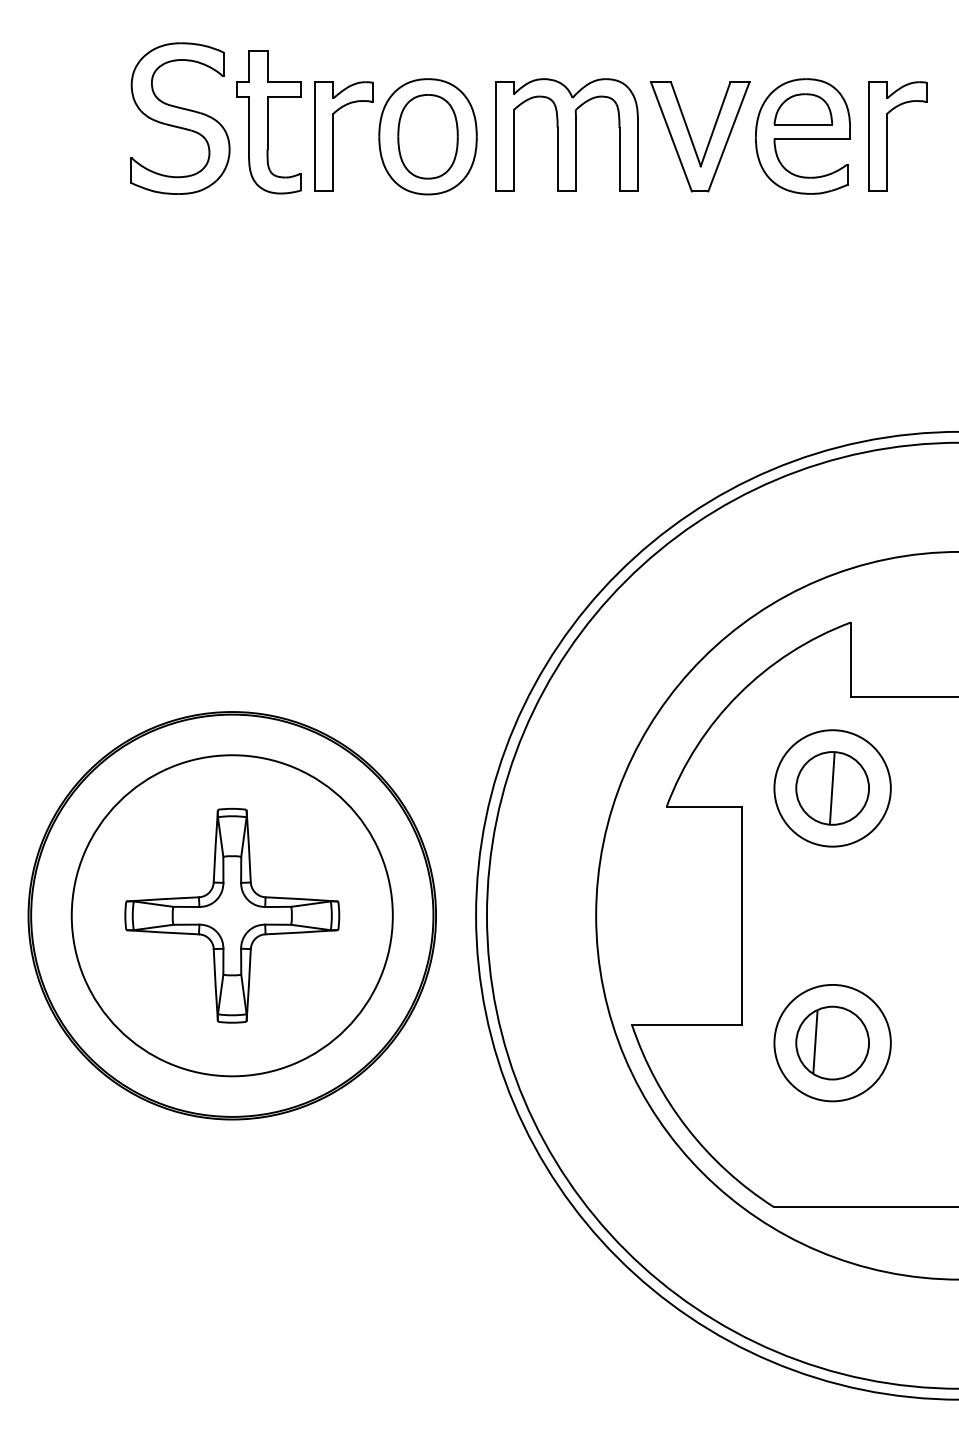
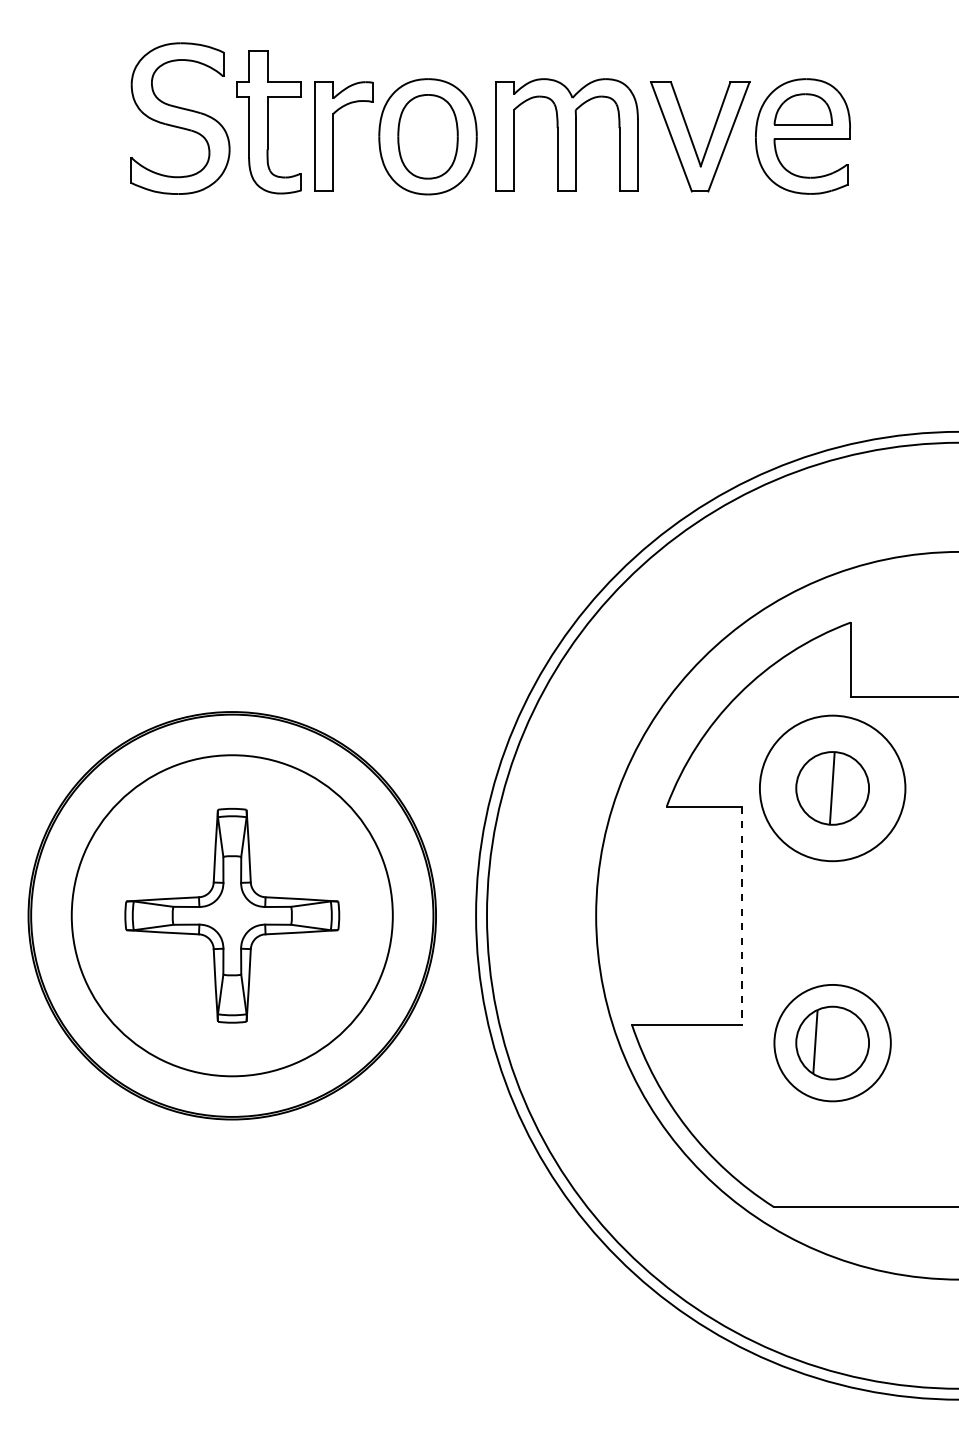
part at (887, 136): present -> none
circle at (832, 788) diameter: 116 px -> 146 px
line at (741, 916): solid -> dashed
